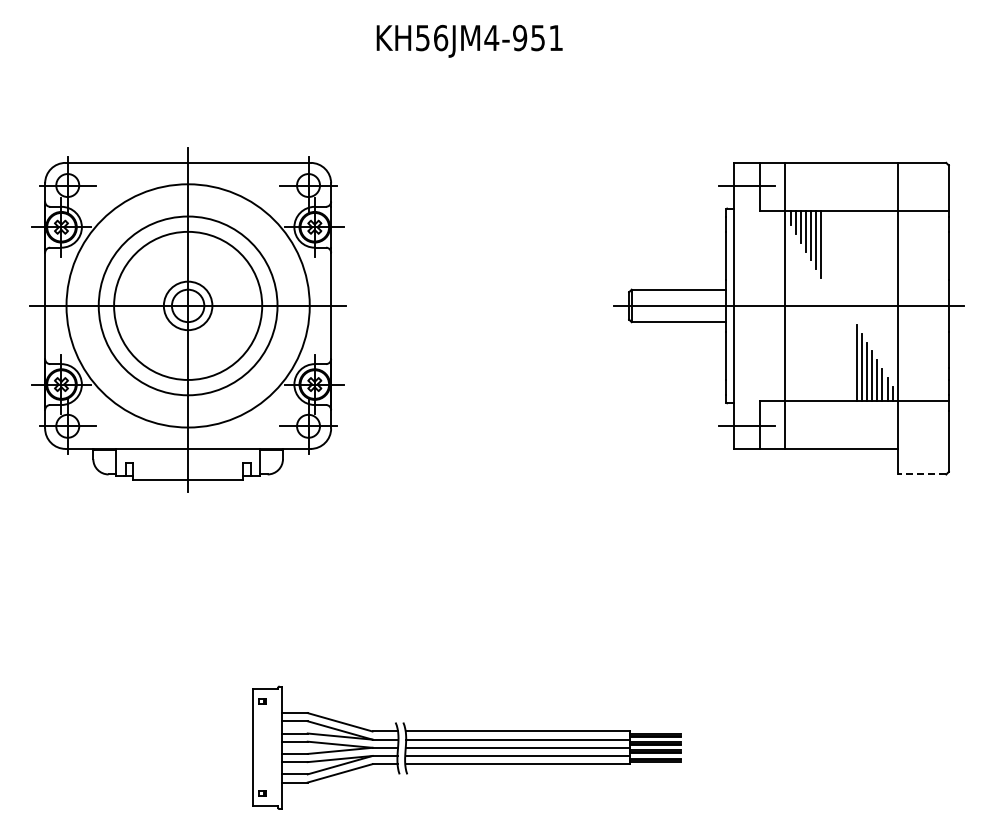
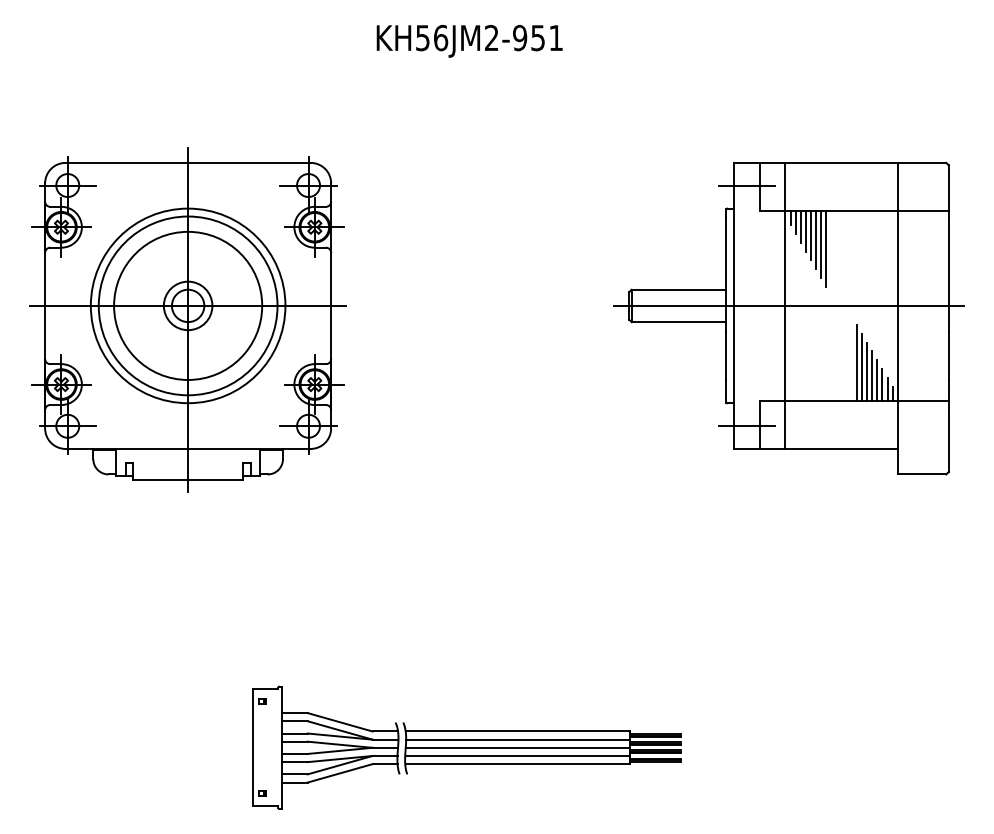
text at (491, 37): KH56JM4-951 -> KH56JM2-951
line at (826, 248): none -> present
circle at (187, 305) diameter: 243 px -> 195 px
line at (921, 474): dashed -> solid
